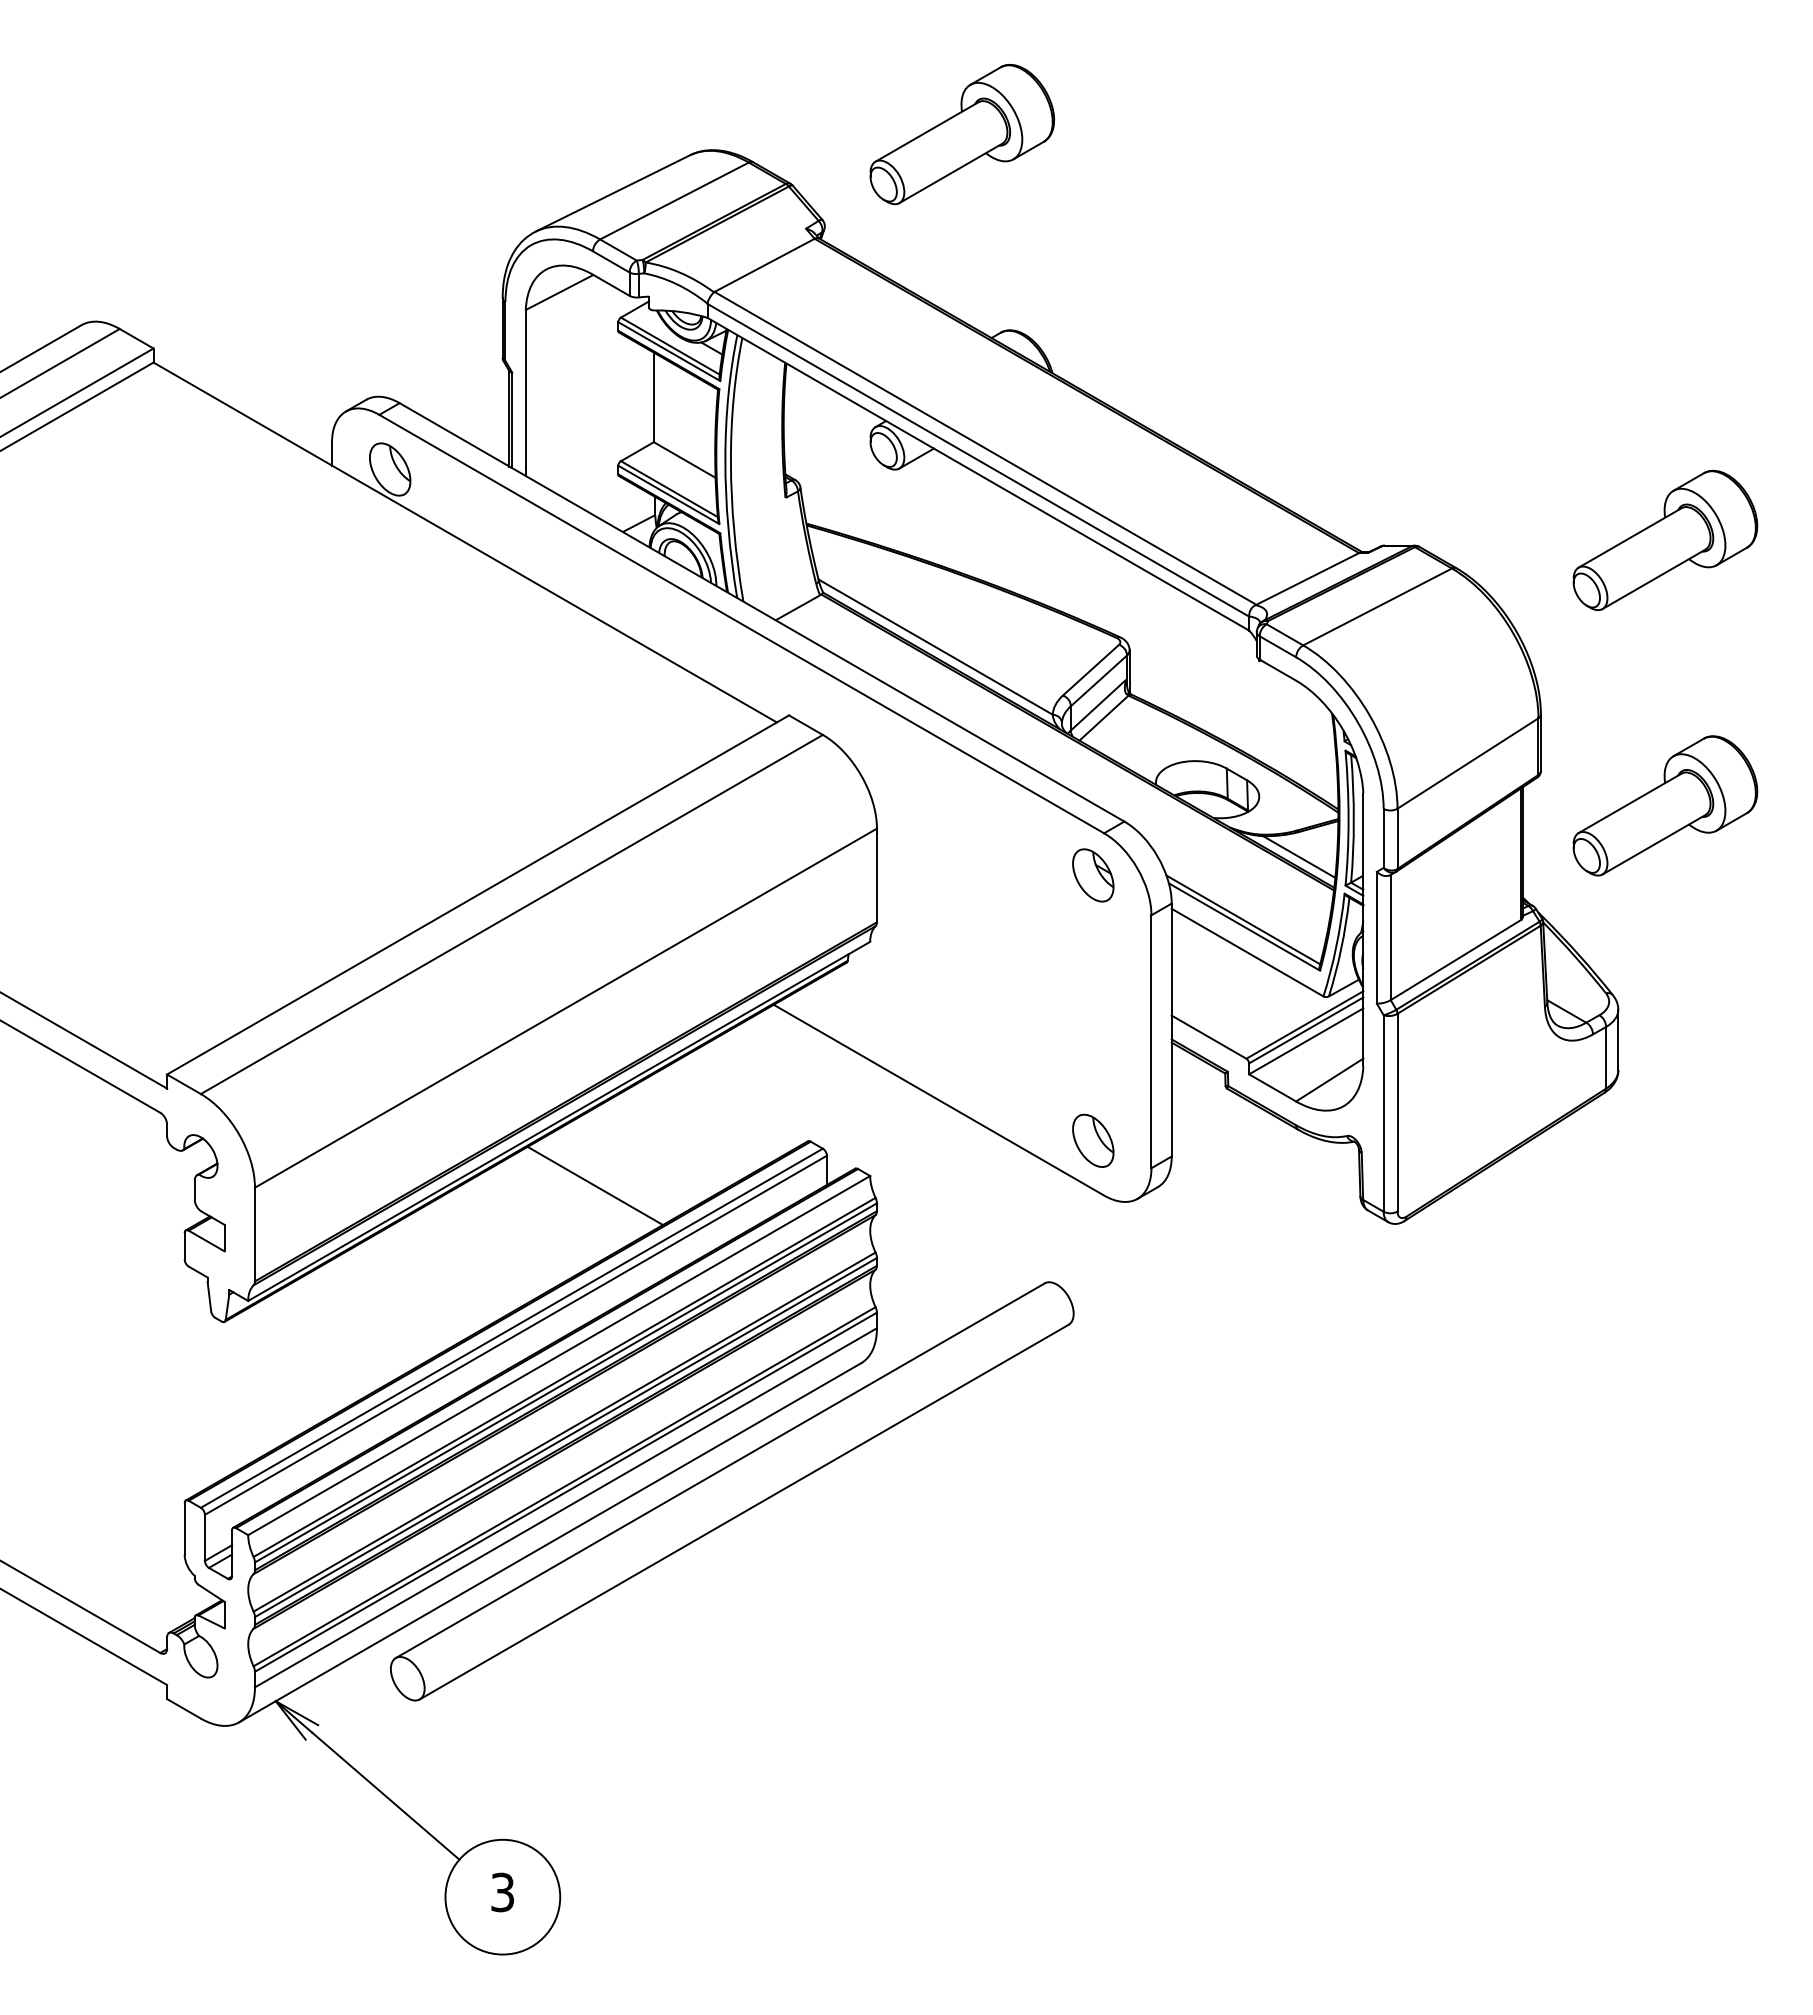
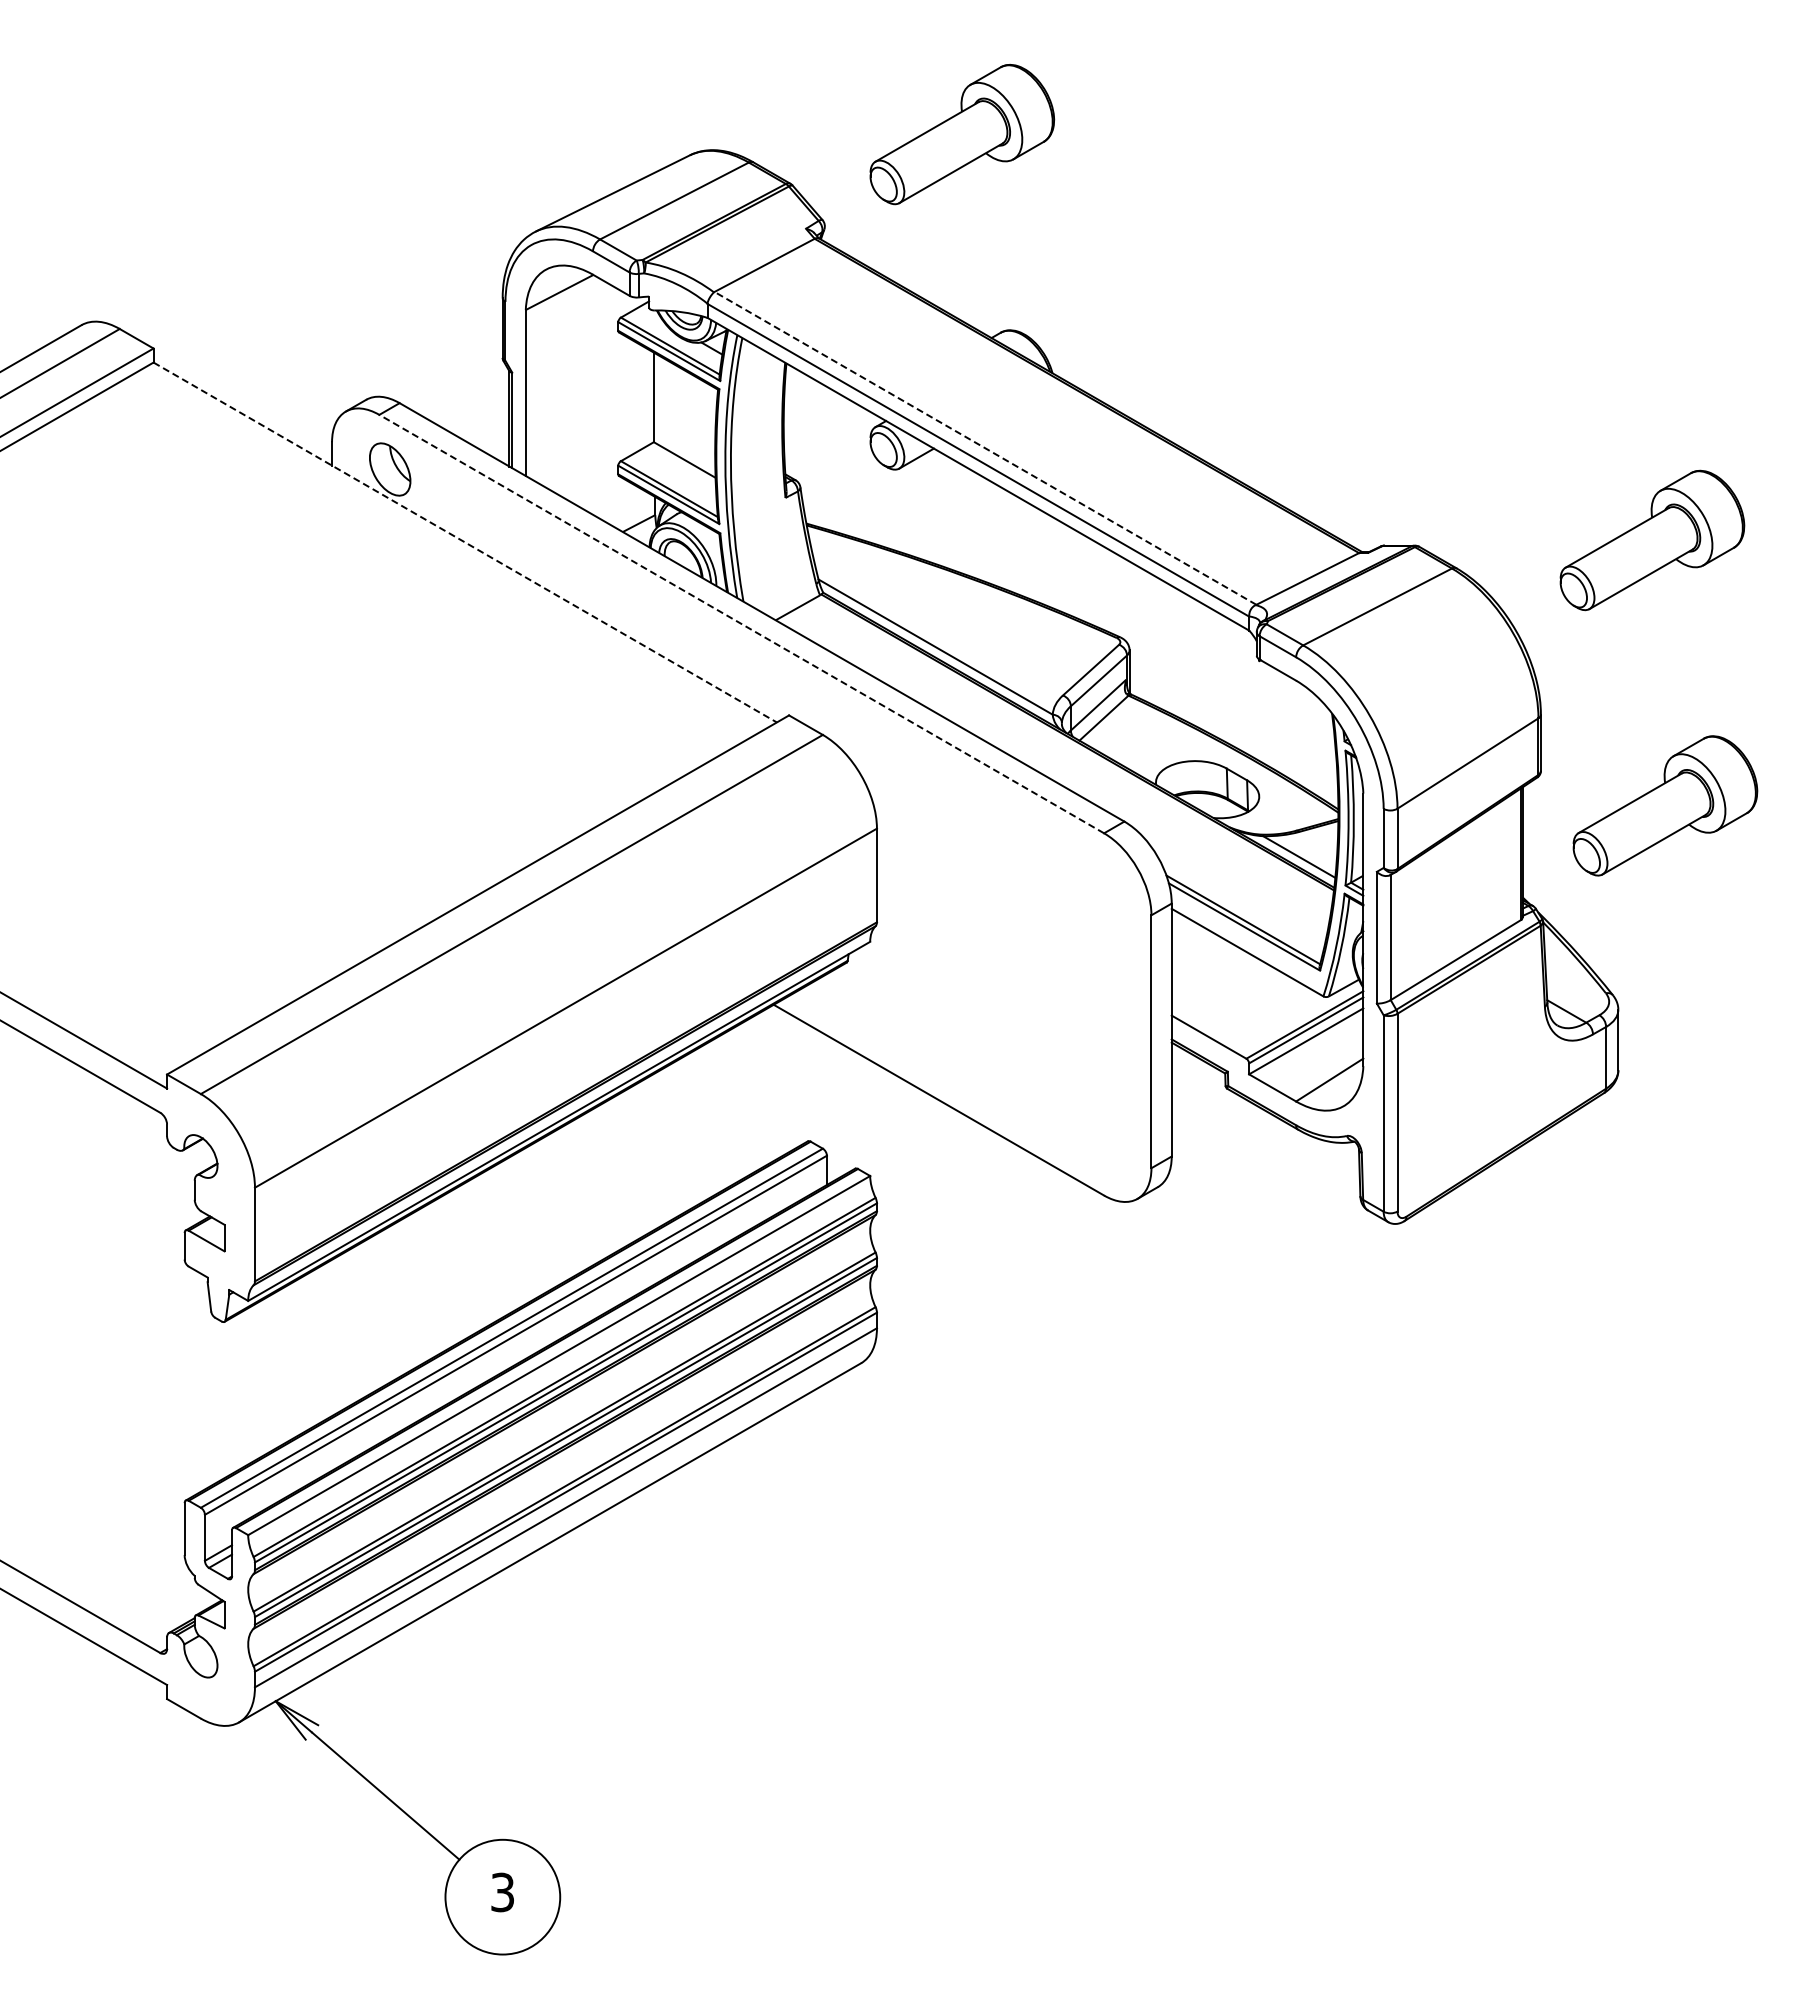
line at (985, 448): solid -> dashed
part at (1665, 540) position: (1665, 540) -> (1652, 540)
line at (465, 542): solid -> dashed
line at (741, 623): solid -> dashed
part at (1093, 875): present -> none
part at (1093, 1140): present -> none
line at (595, 1185): present -> none
part at (732, 1491): present -> none
